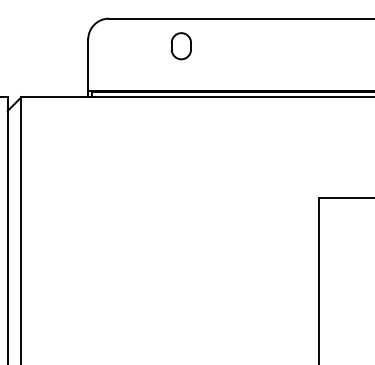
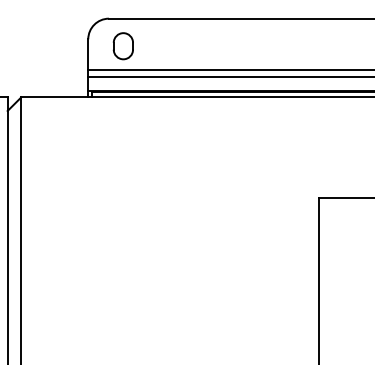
part at (180, 46) position: (180, 46) -> (122, 46)
line at (229, 70): none -> present
line at (229, 77): none -> present
